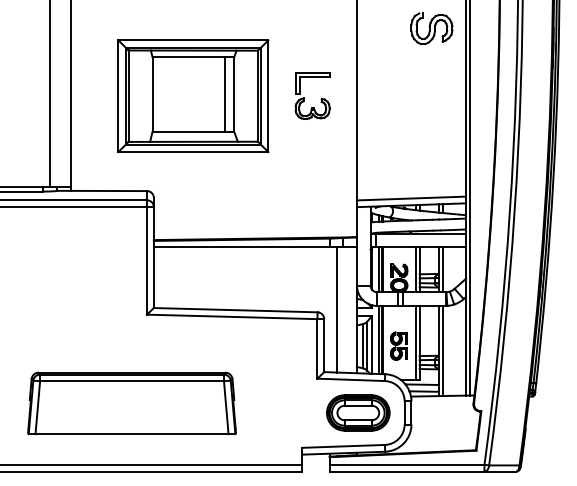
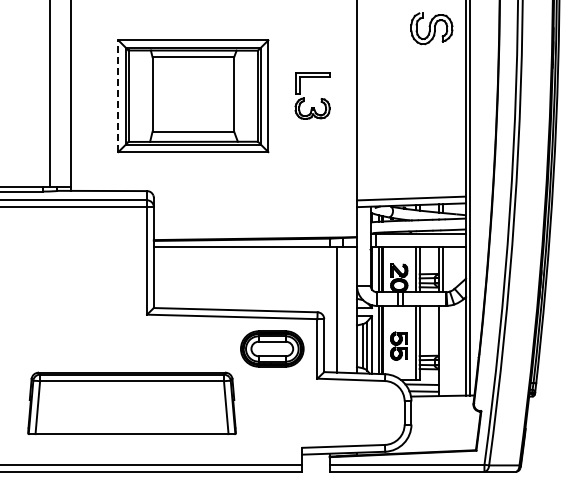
line at (225, 94): present -> none
line at (118, 96): solid -> dashed
line at (442, 350): present -> none
part at (358, 412) position: (358, 412) -> (272, 348)
